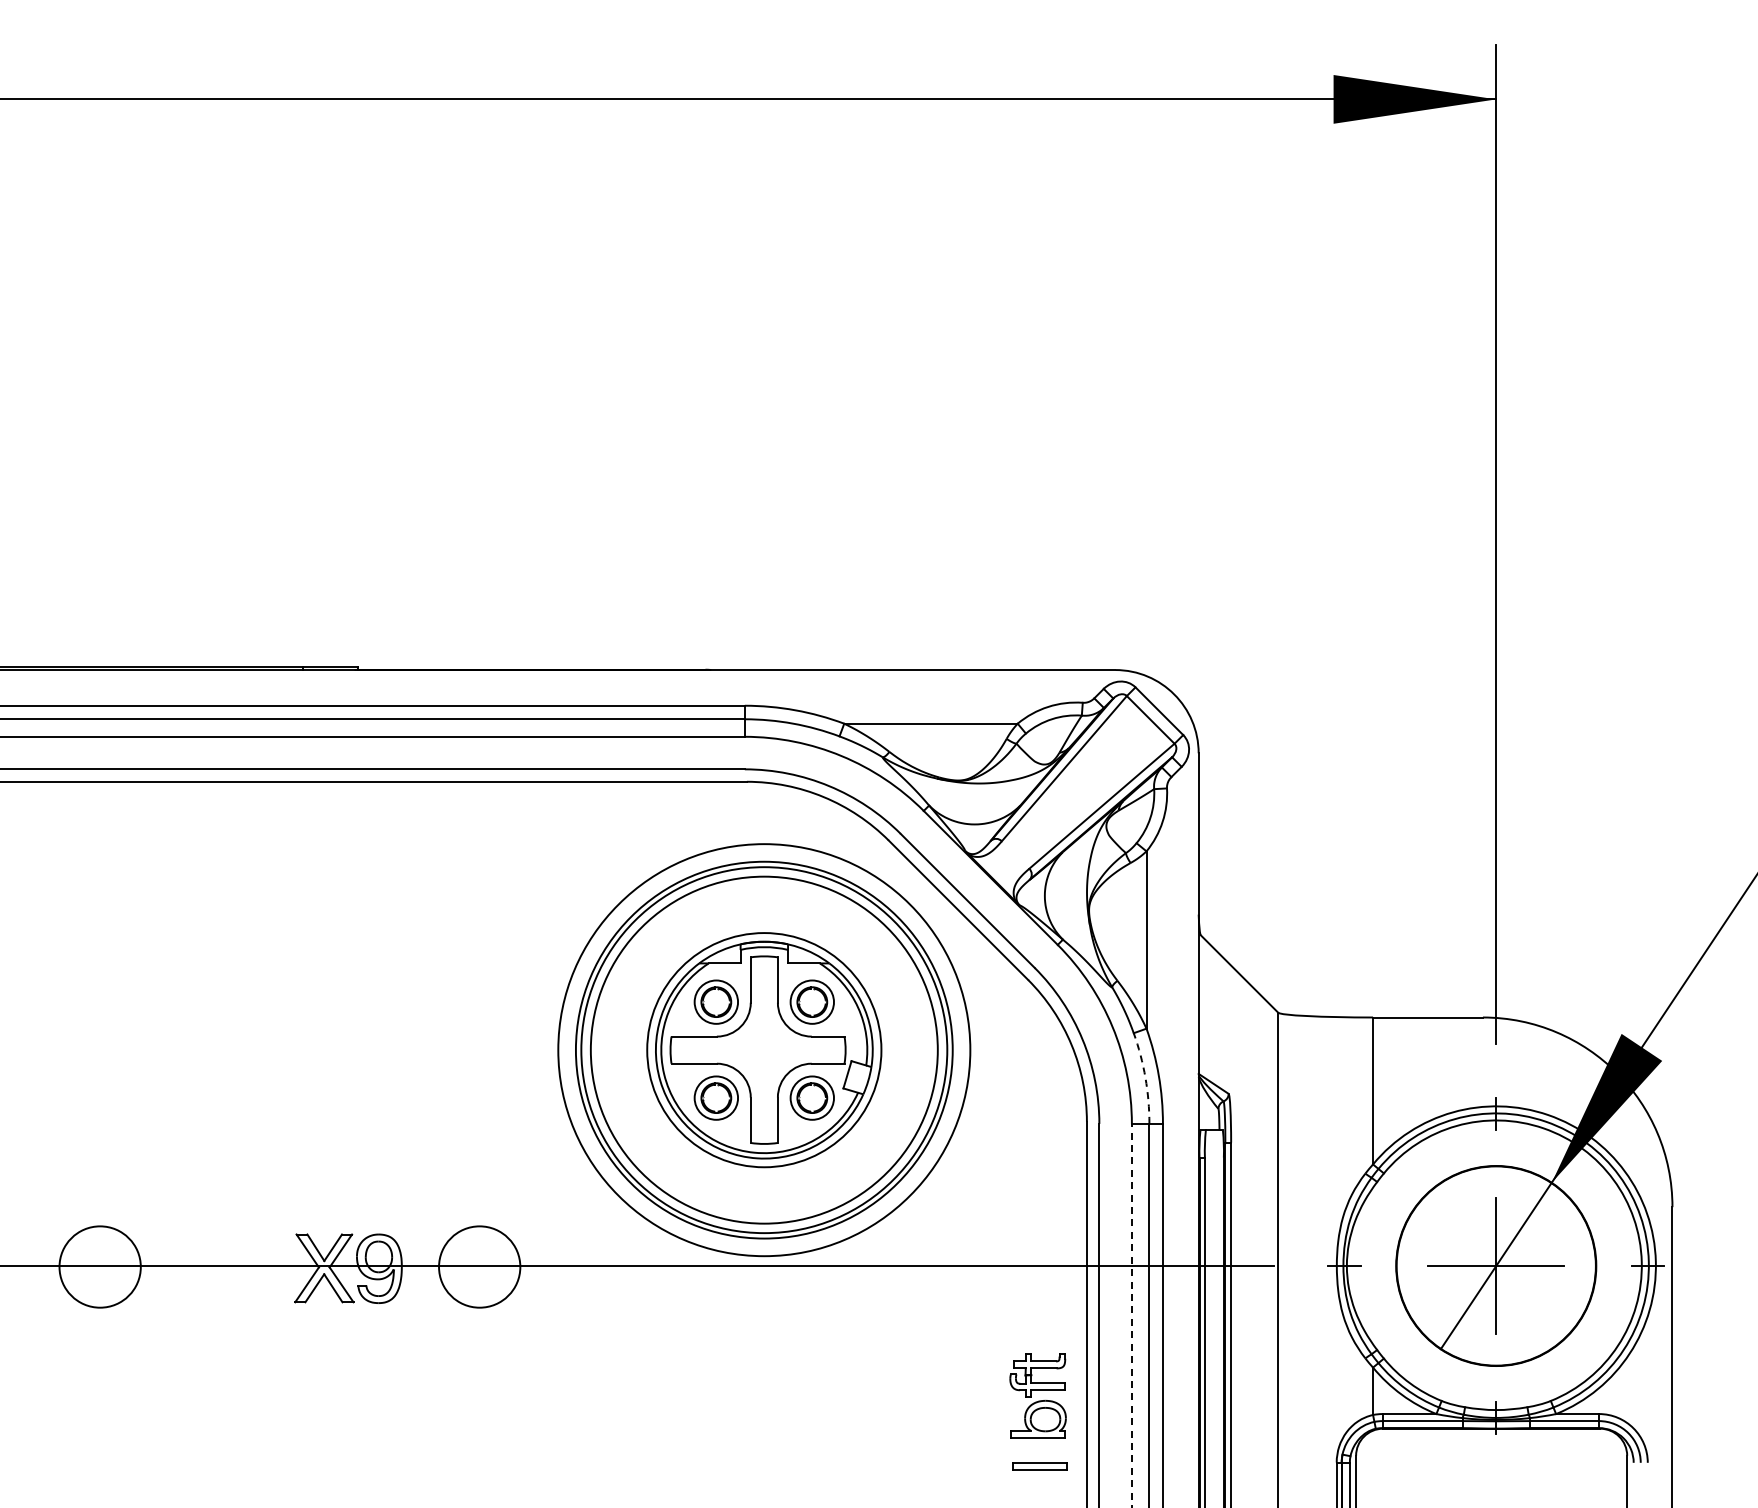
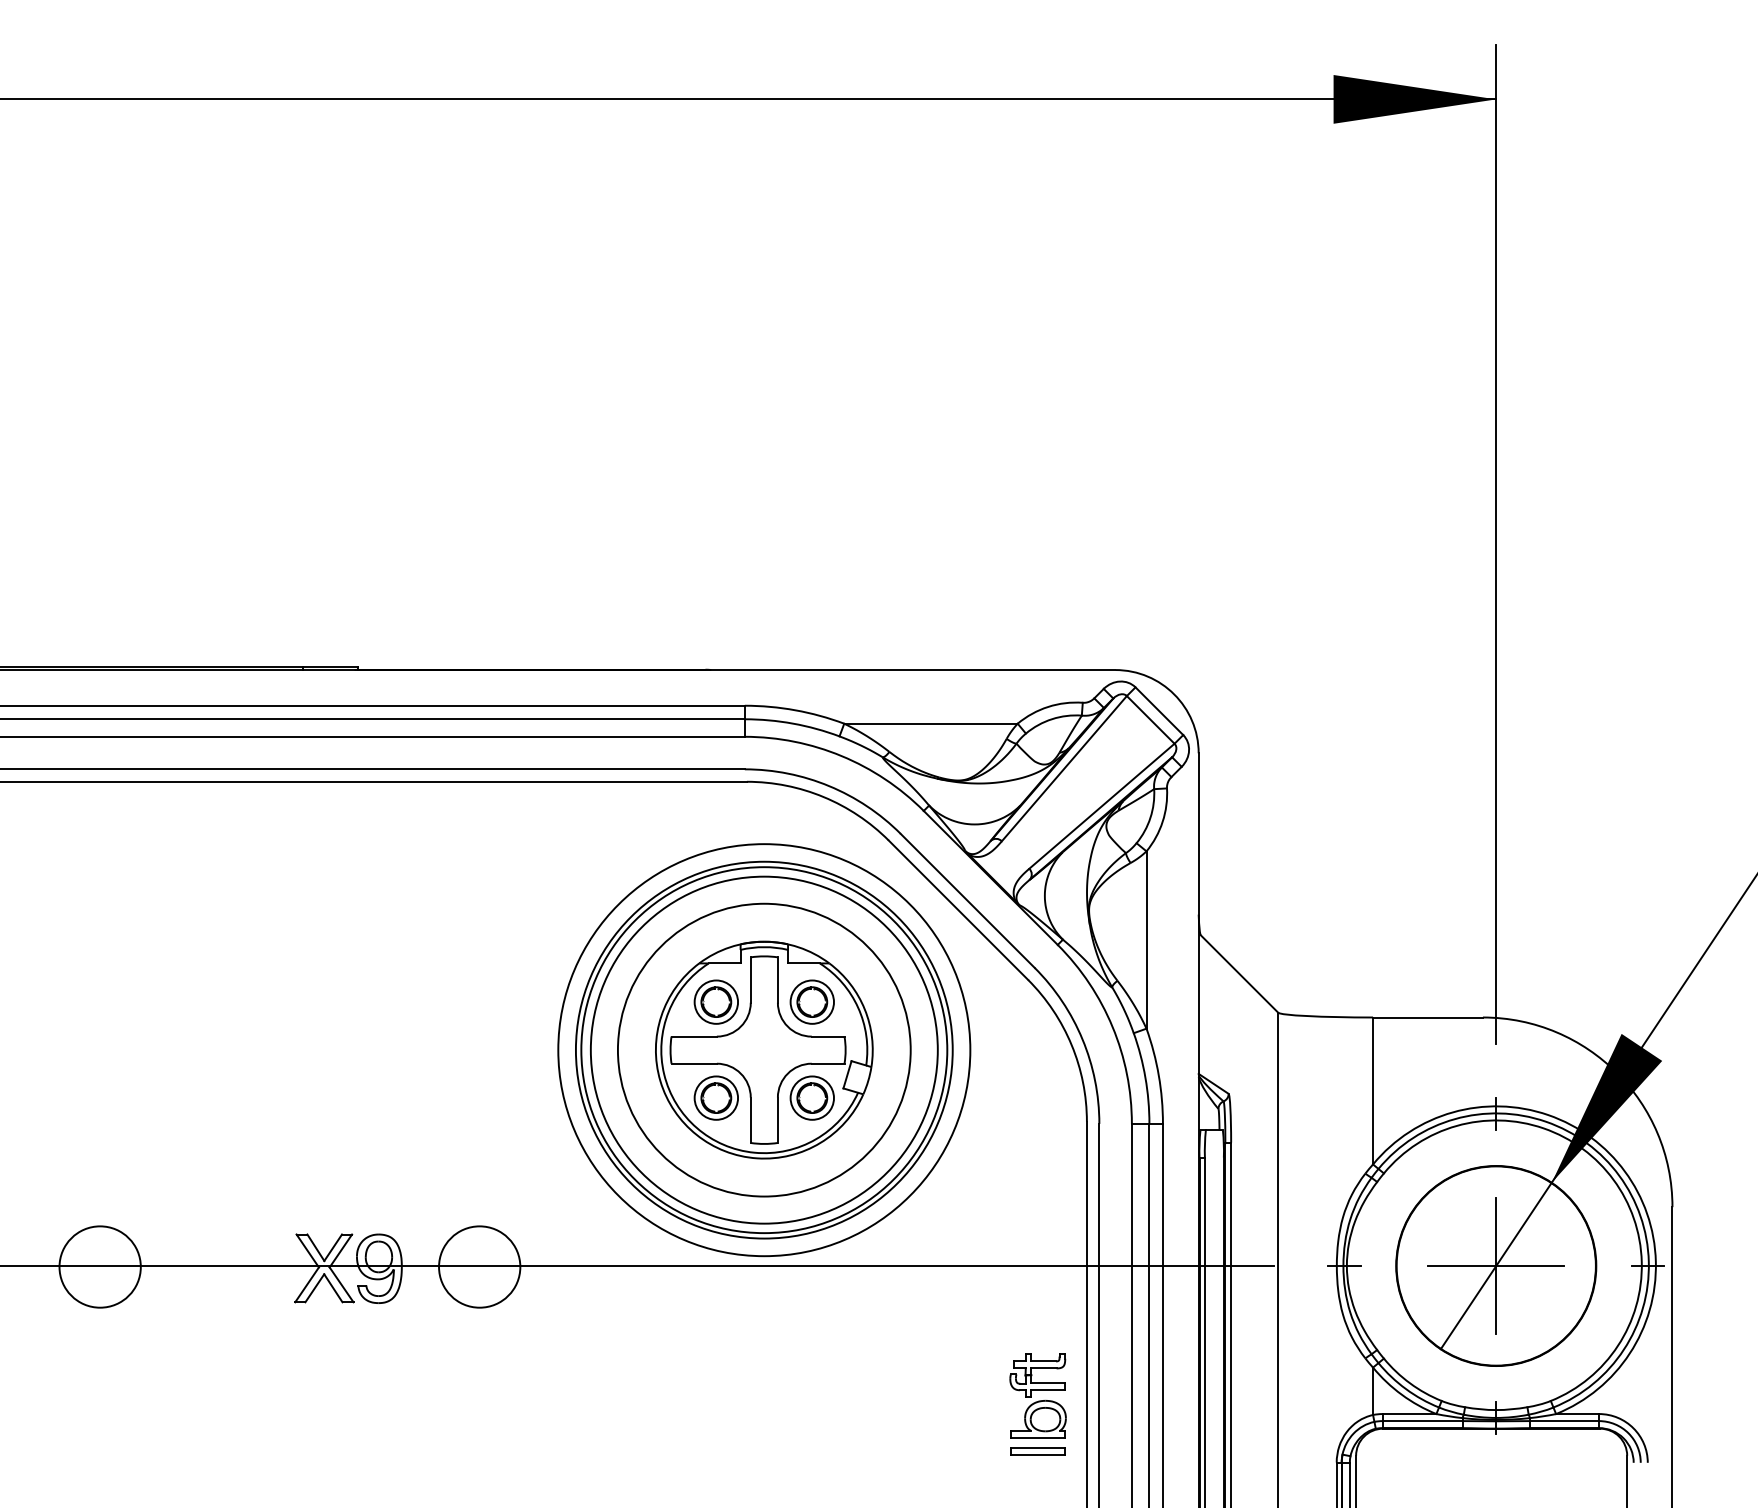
circle at (764, 1050) diameter: 234 px -> 293 px
arc at (1145, 1077): dashed -> solid
line at (1131, 1315): dashed -> solid
part at (1039, 1466) position: (1039, 1466) -> (1037, 1451)
